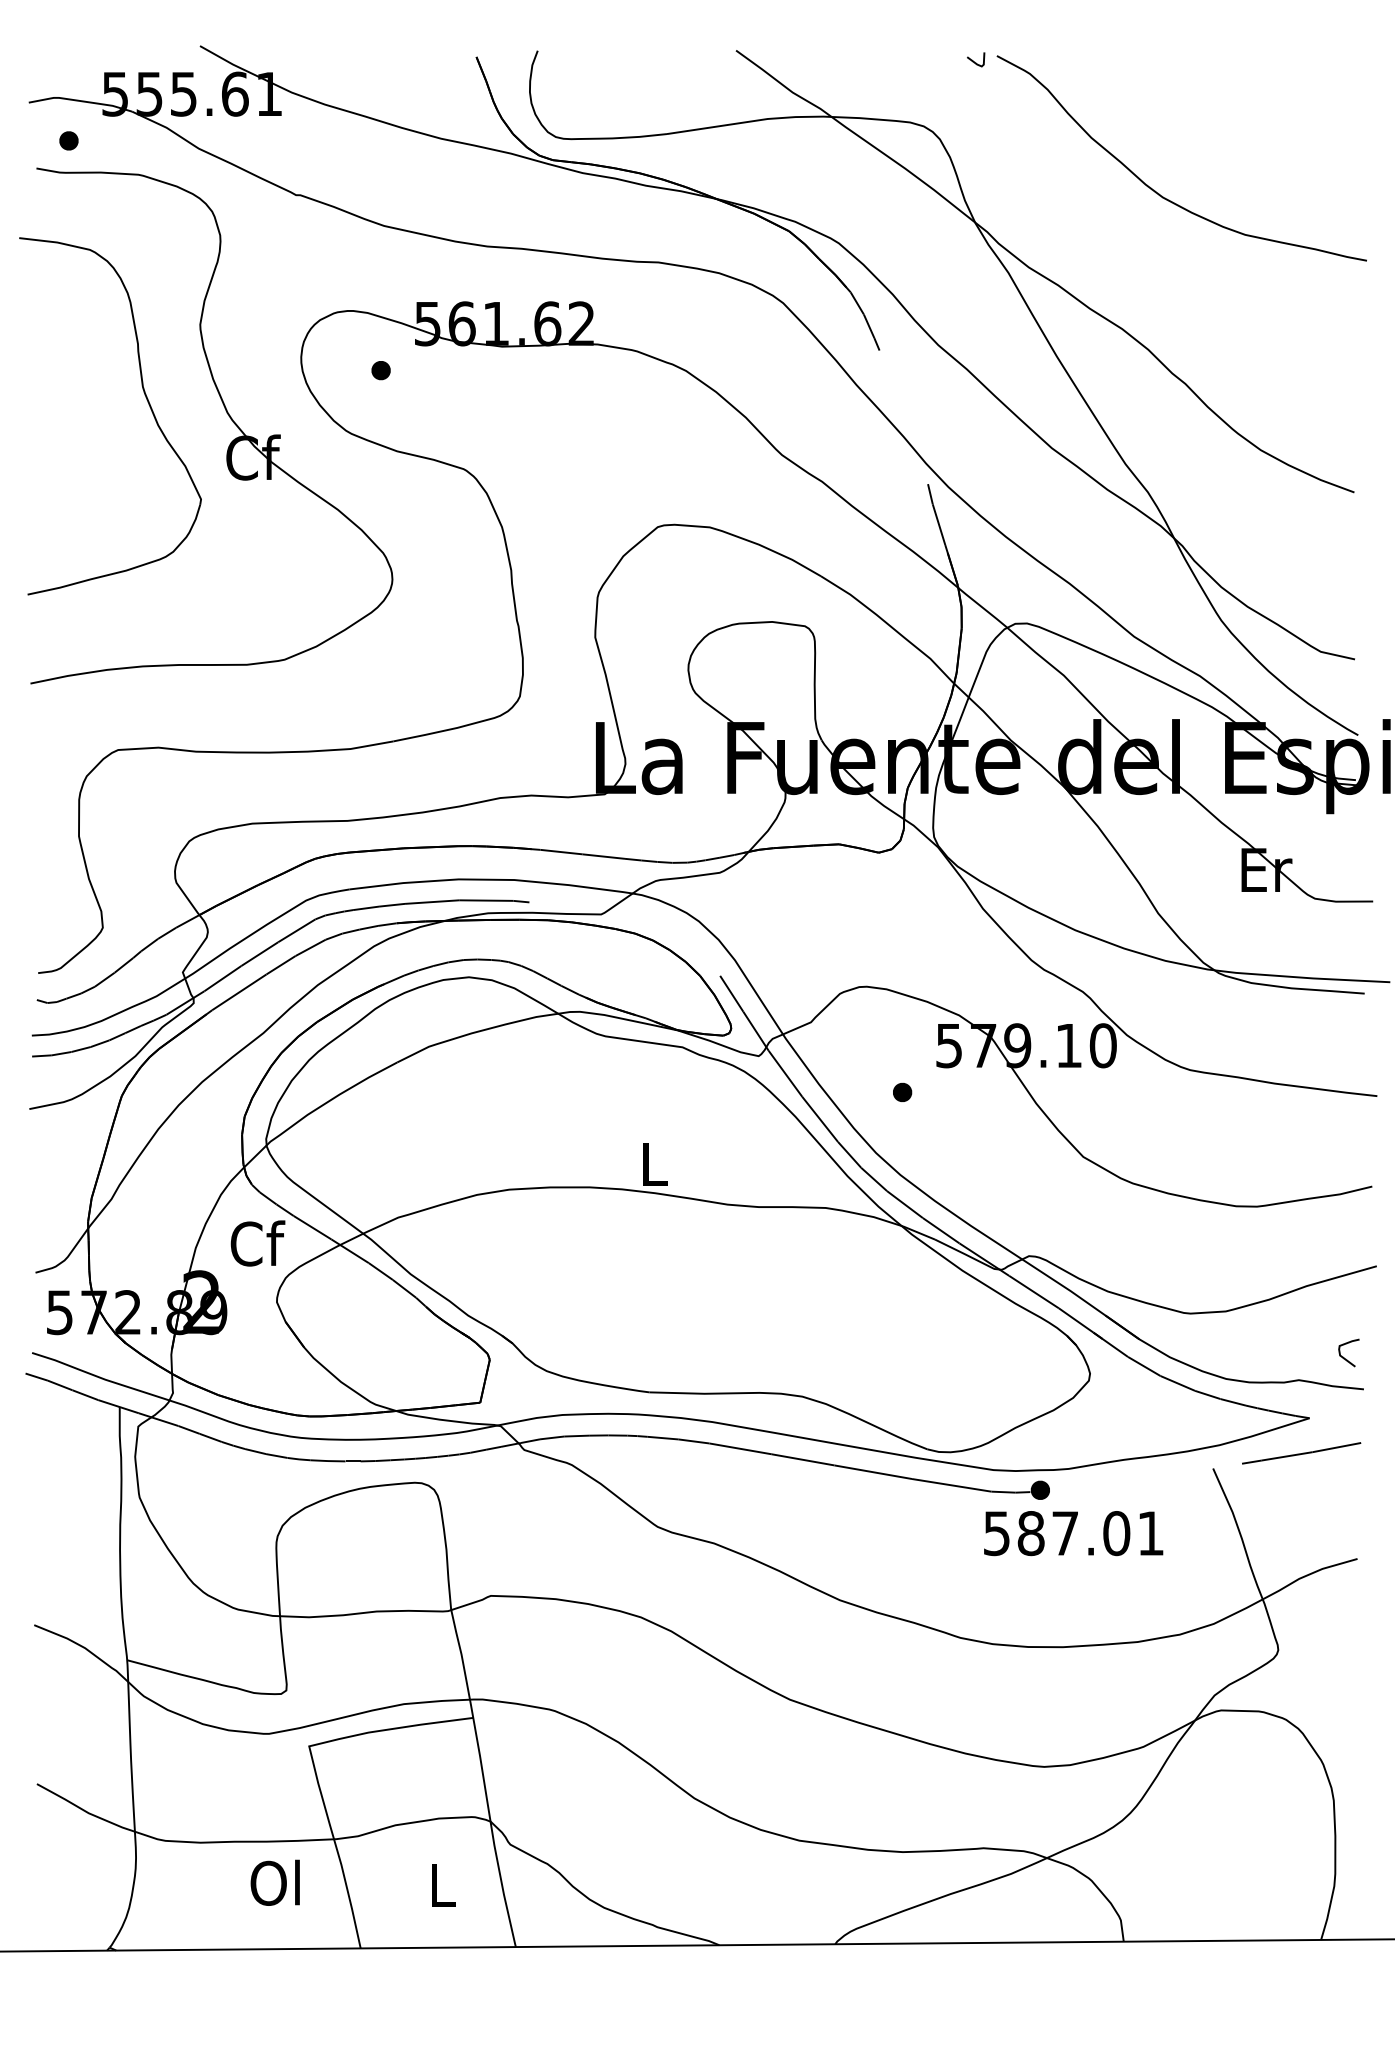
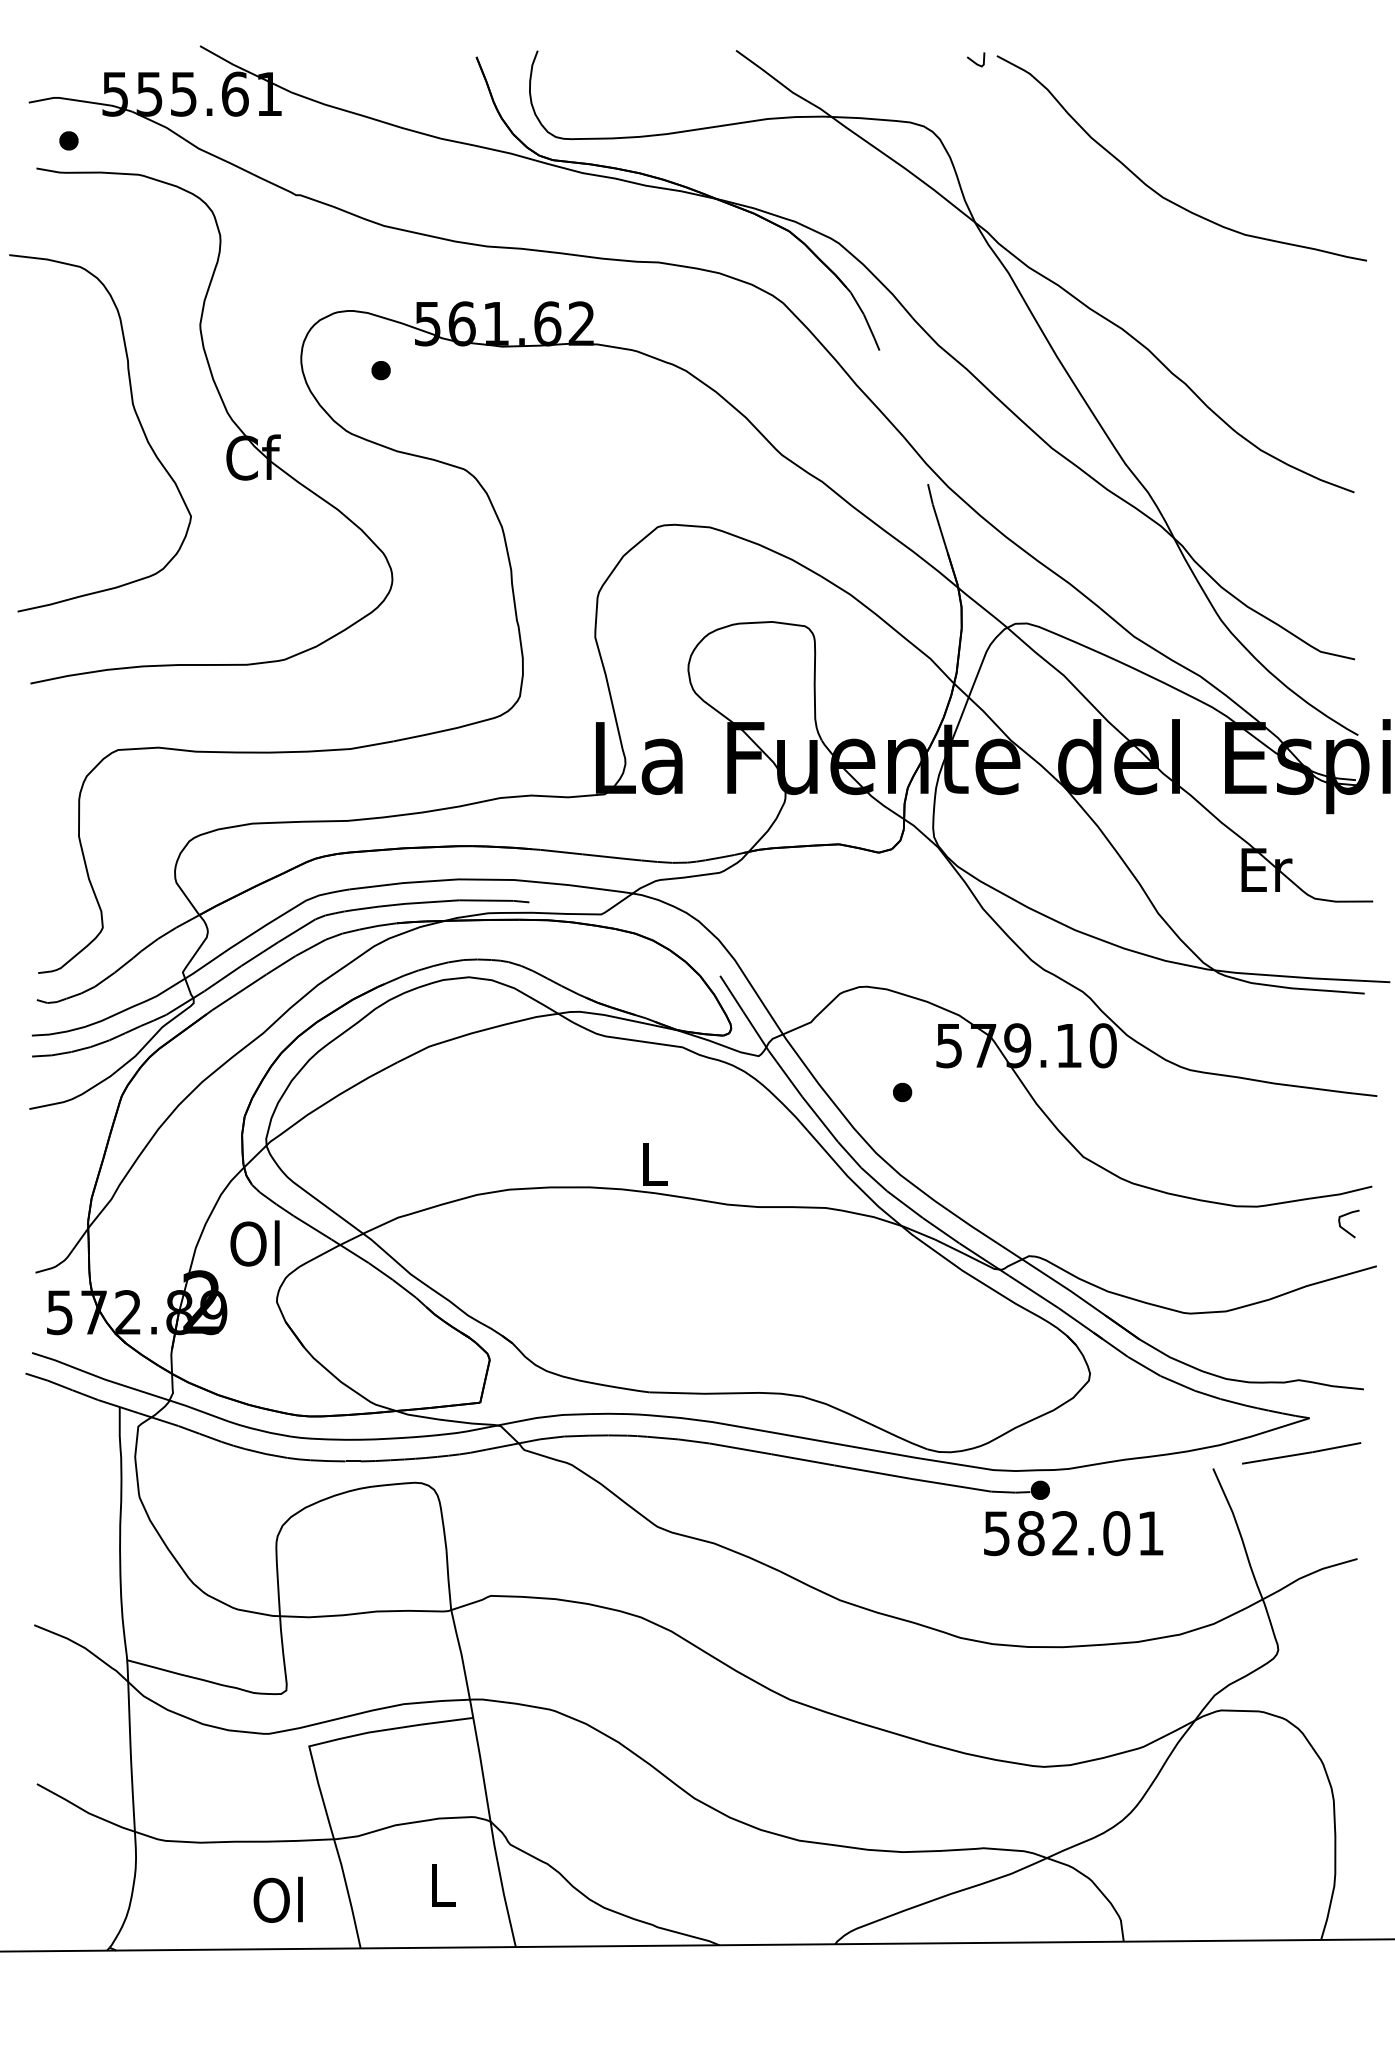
part at (146, 400) position: (146, 400) -> (136, 417)
text at (257, 1243): Cf -> Ol
curve at (1343, 1356) position: (1343, 1356) -> (1343, 1227)
text at (1064, 1533): 587.01 -> 582.01
text at (274, 1882) position: (274, 1882) -> (277, 1899)
